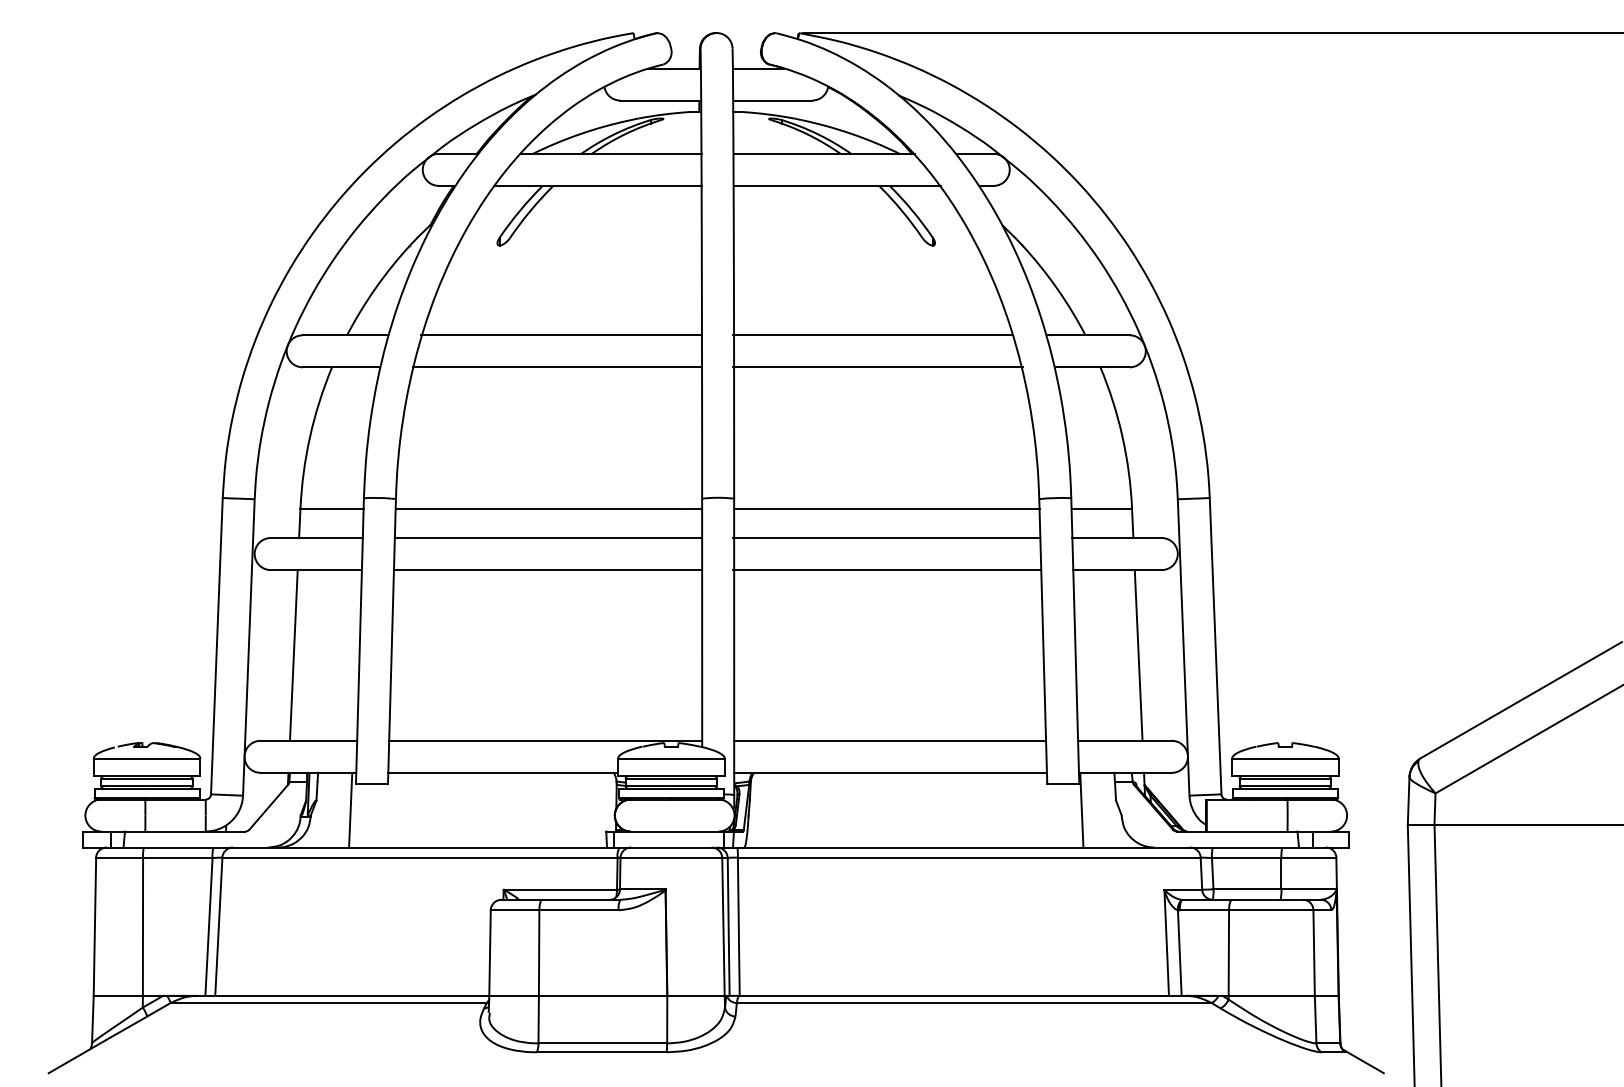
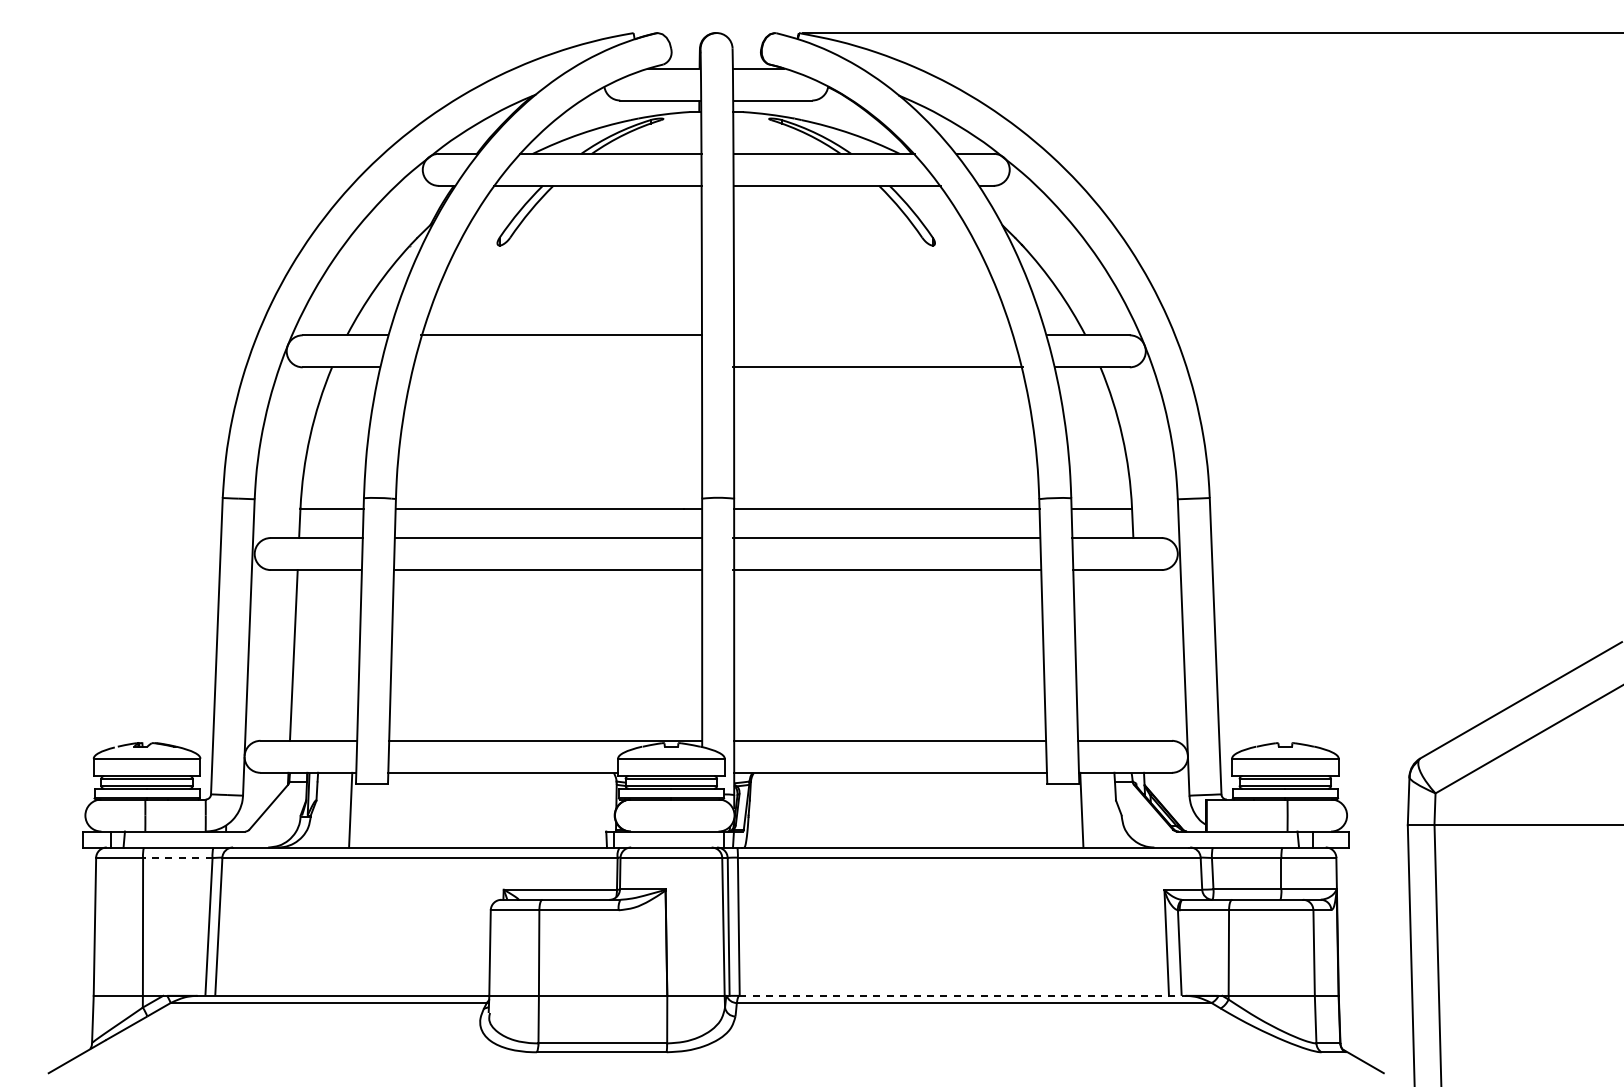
line at (872, 335): present -> none
line at (557, 367): present -> none
line at (1138, 655): present -> none
line at (177, 858): solid -> dashed
line at (962, 995): solid -> dashed
